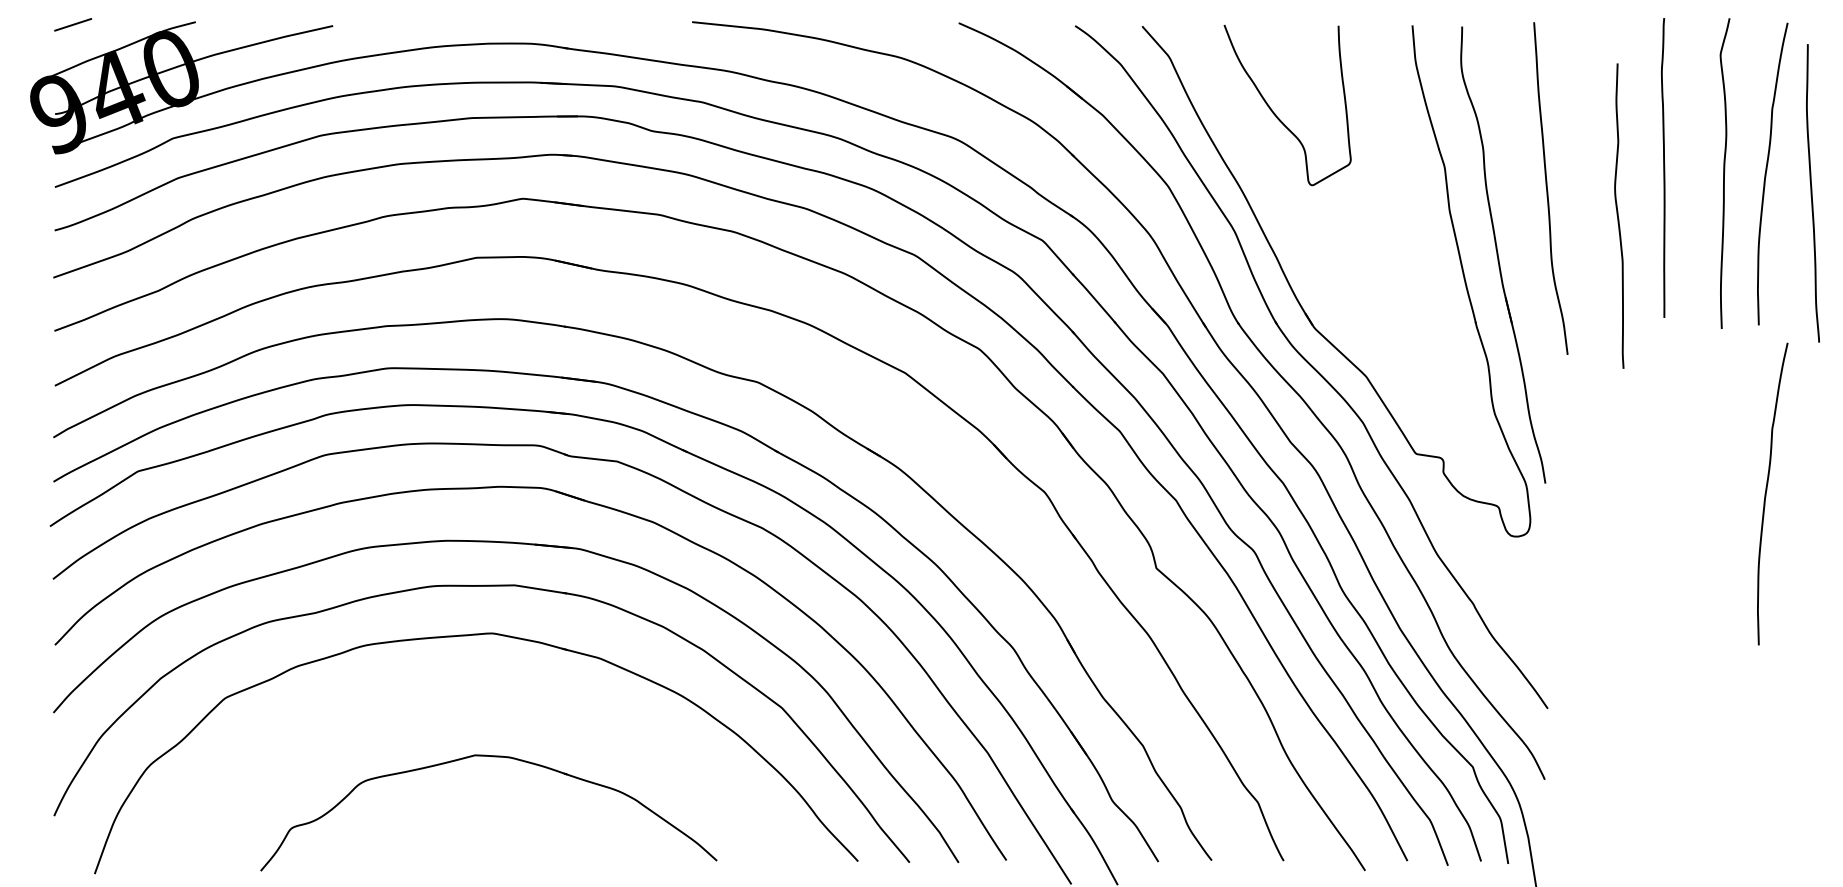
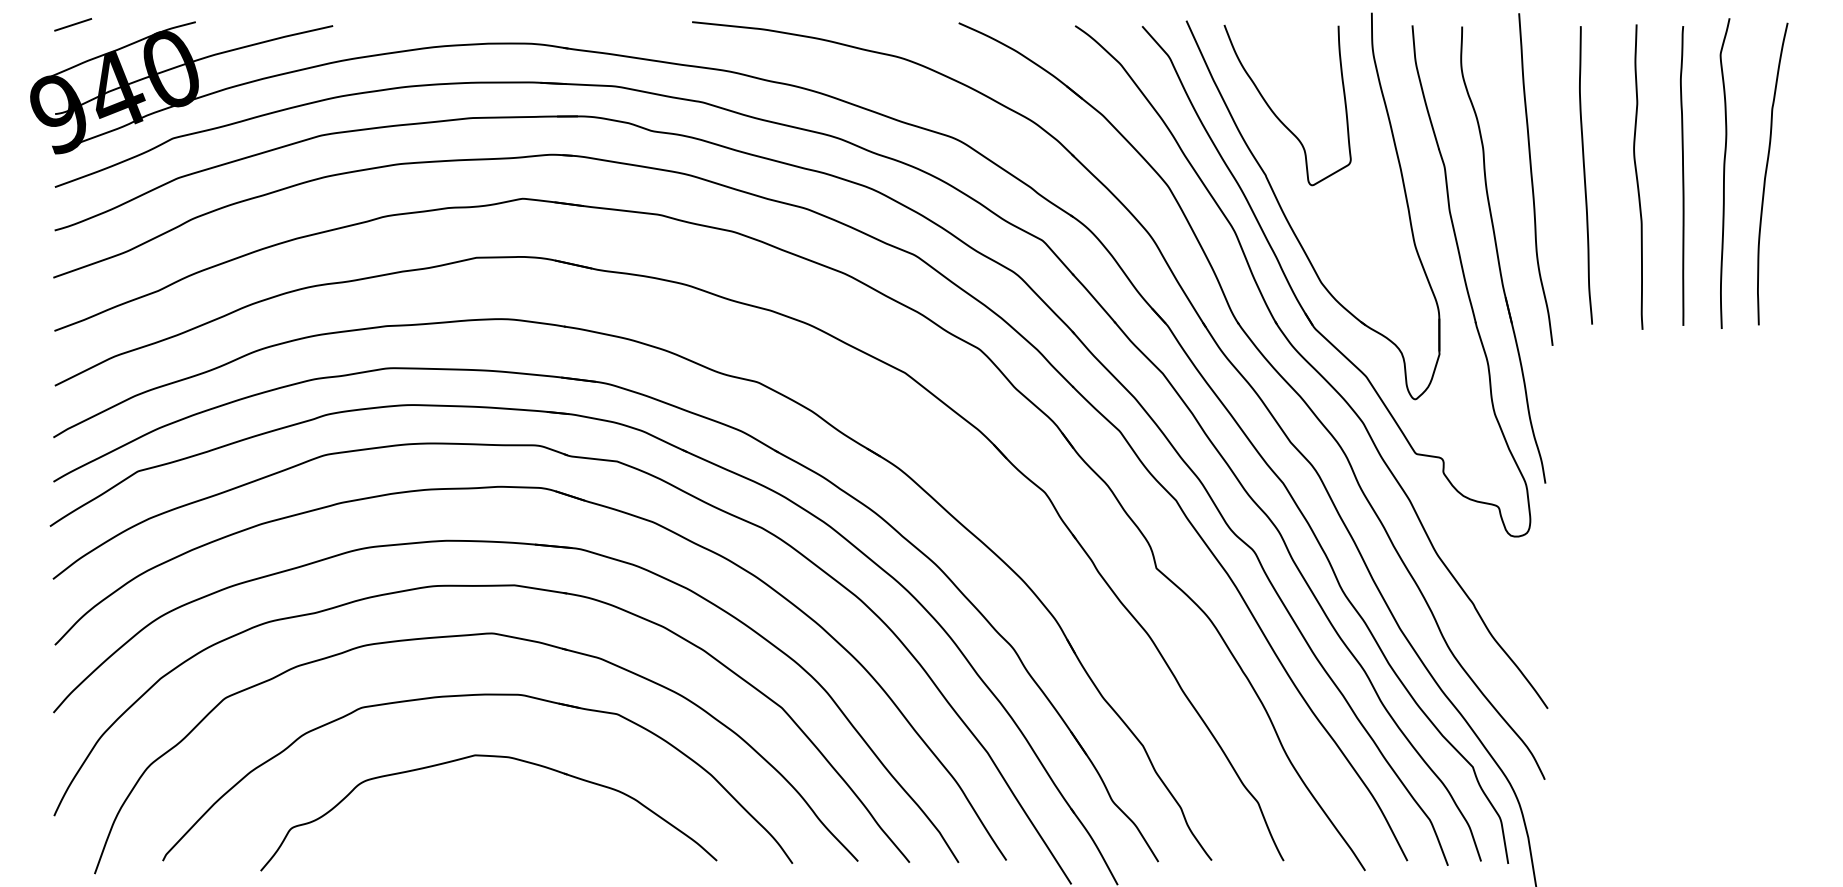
curve at (1663, 167) position: (1663, 167) -> (1682, 175)
curve at (1548, 190) position: (1548, 190) -> (1533, 181)
curve at (1812, 193) position: (1812, 193) -> (1585, 175)
curve at (1618, 215) position: (1618, 215) -> (1637, 176)
part at (1287, 218): none -> present
curve at (1767, 490): present -> none
part at (469, 696): none -> present
